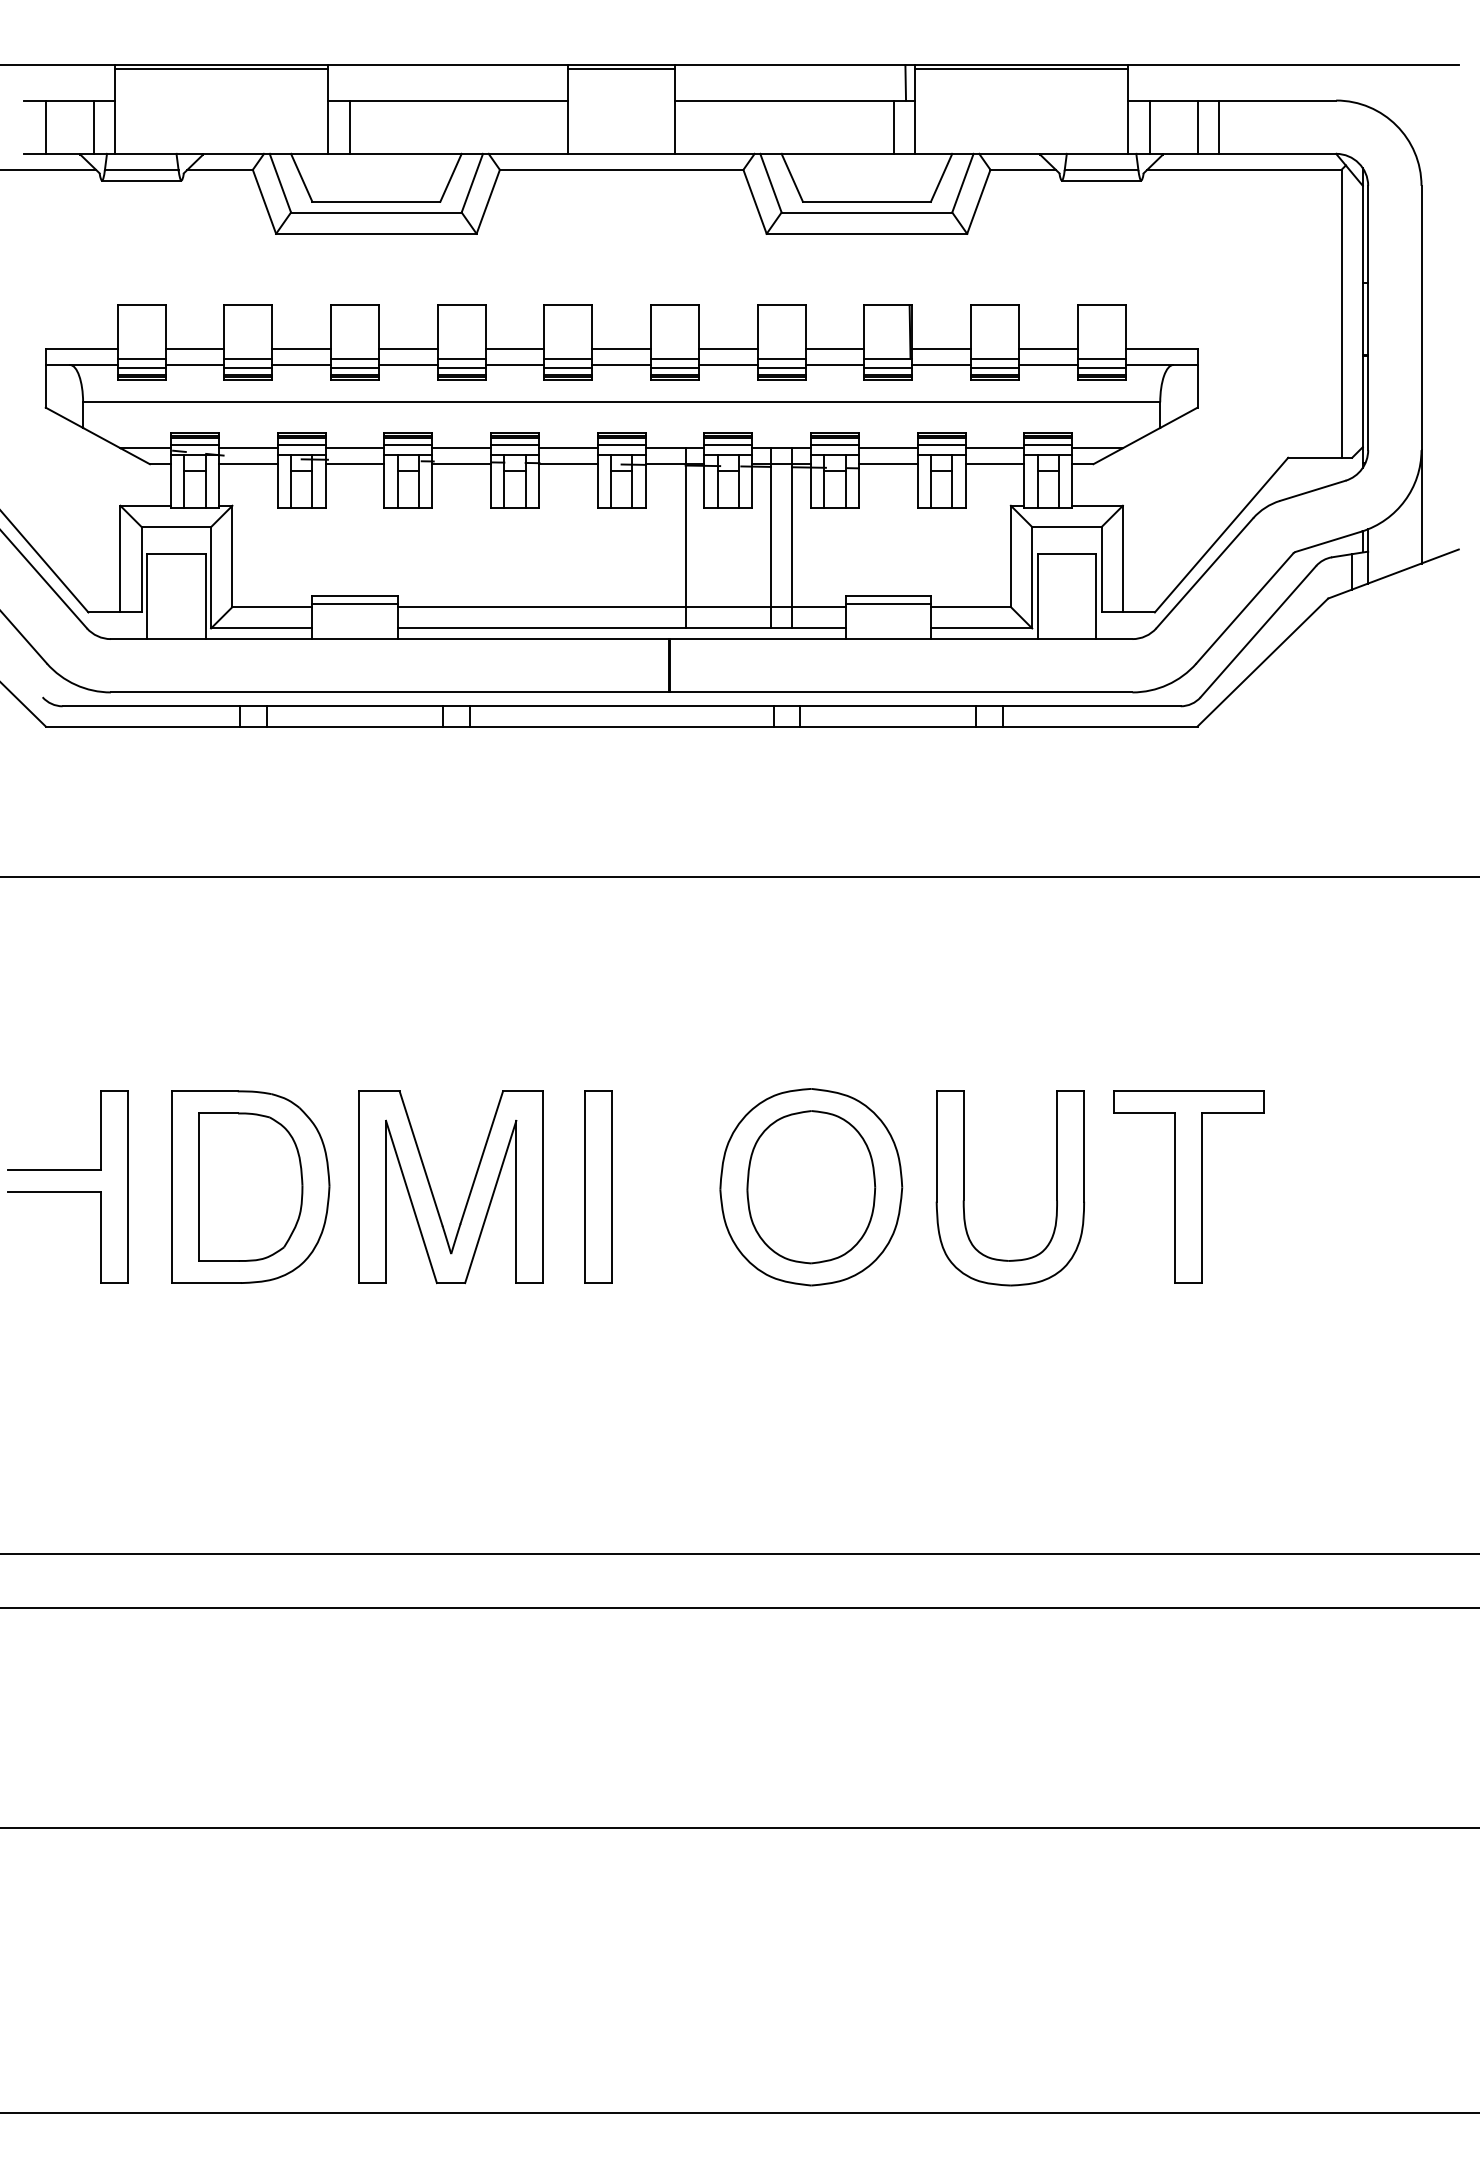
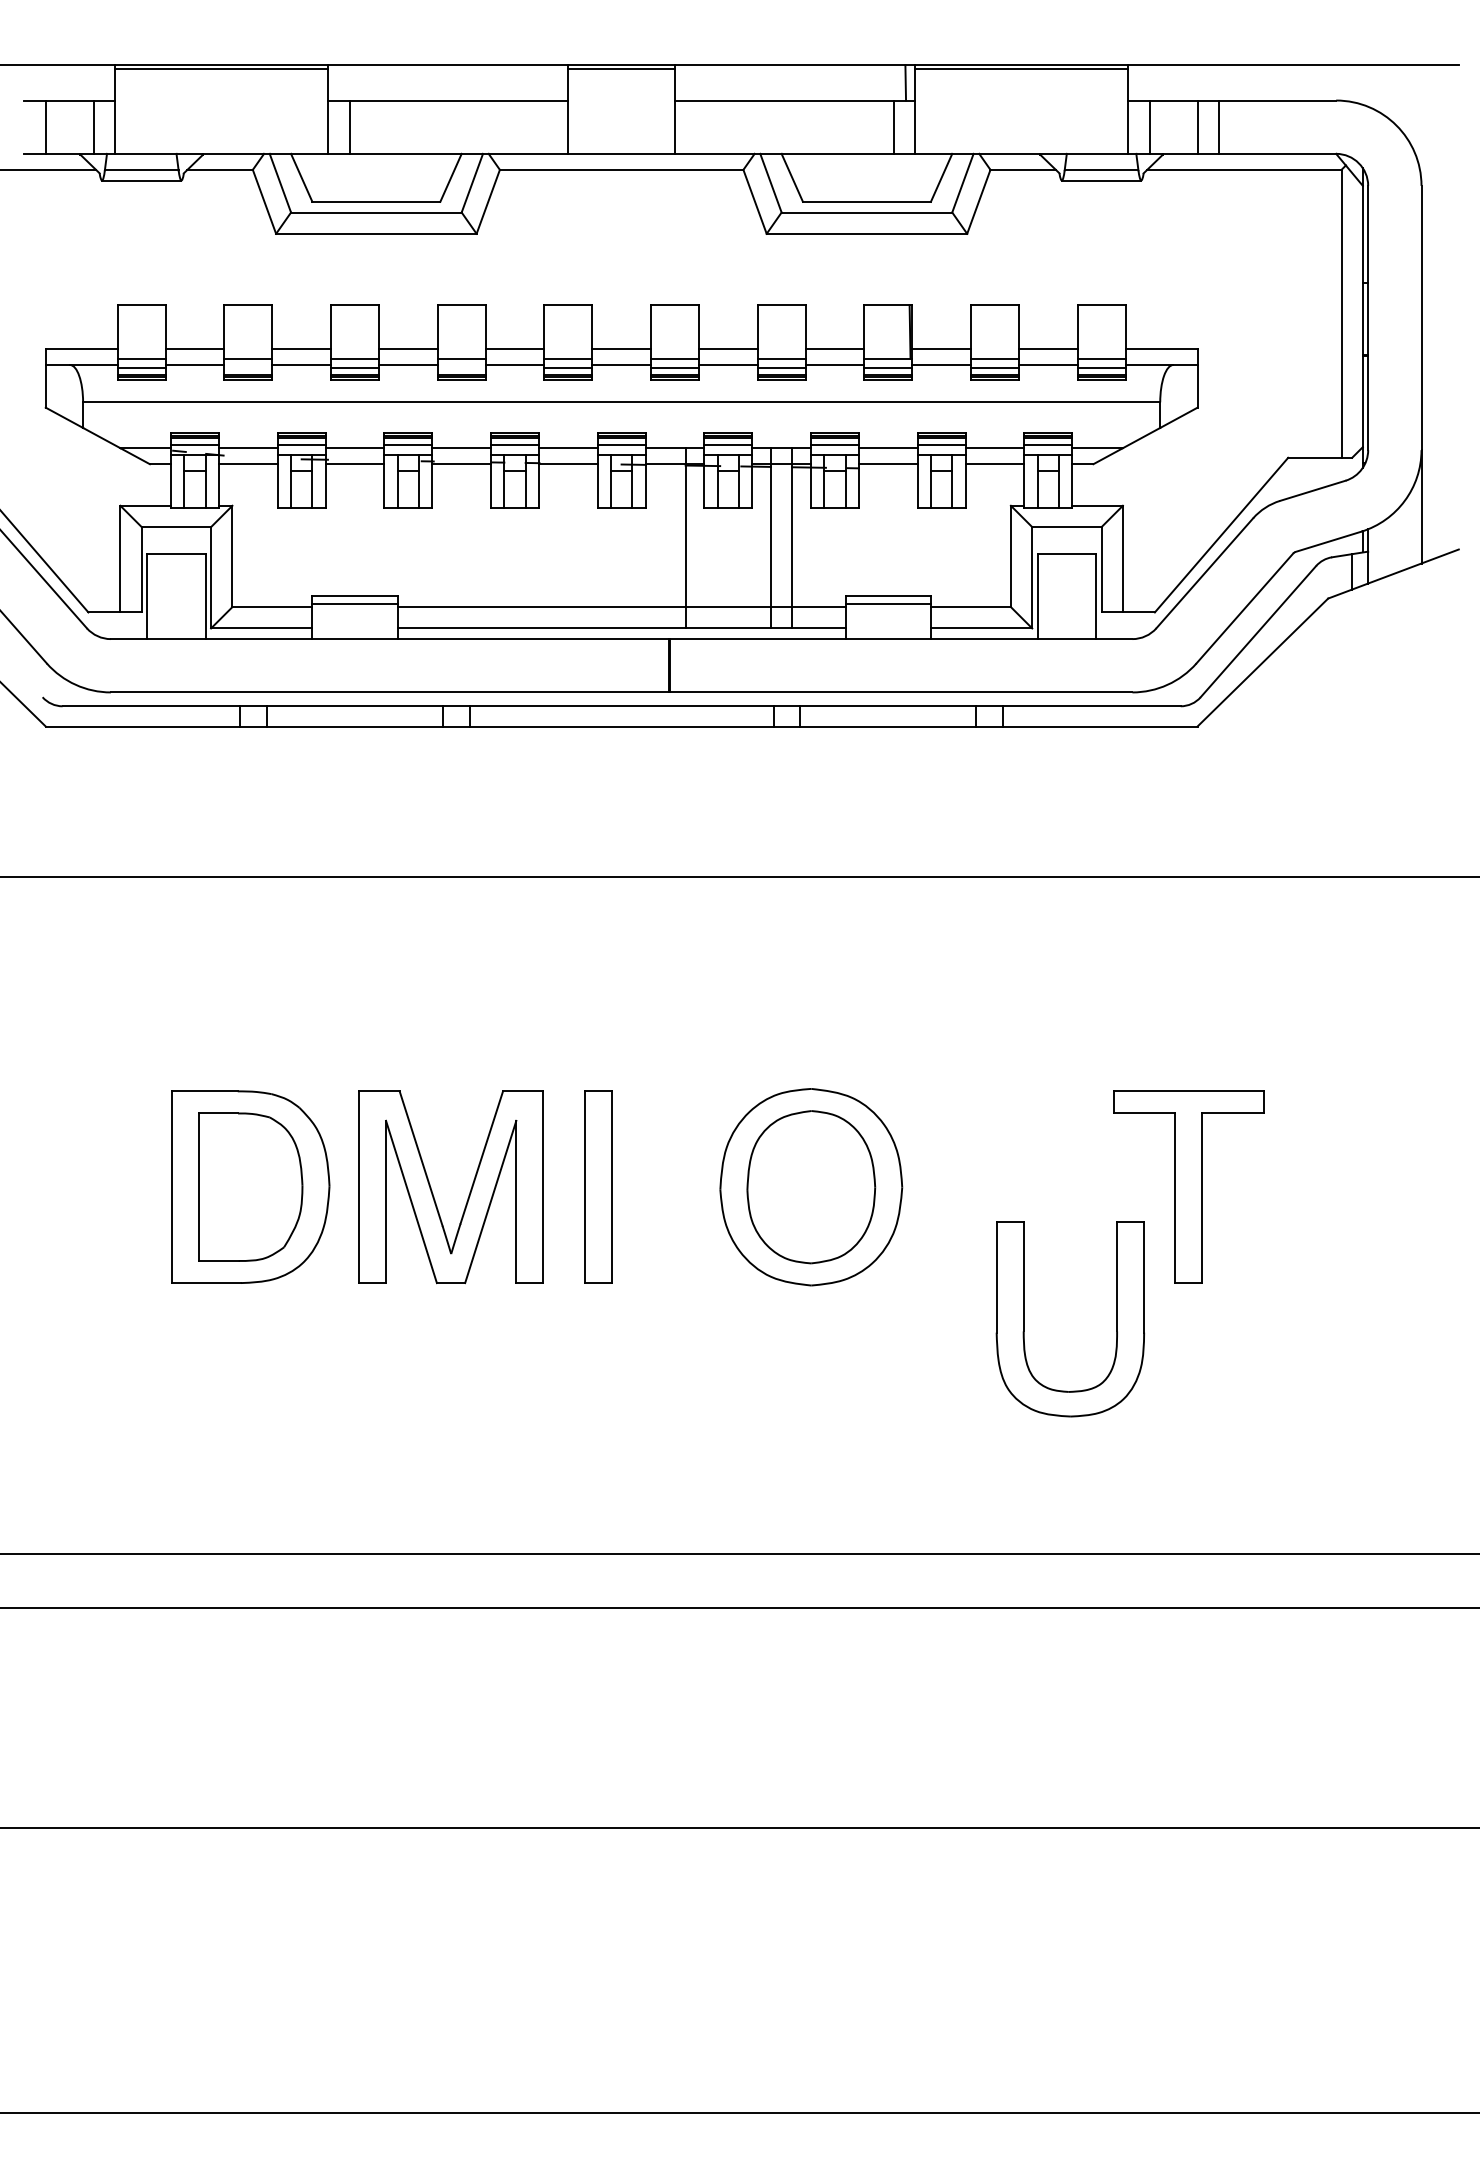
line at (248, 368): present -> none
line at (461, 368): present -> none
part at (67, 1186): present -> none
part at (964, 1188) position: (964, 1188) -> (1024, 1319)
